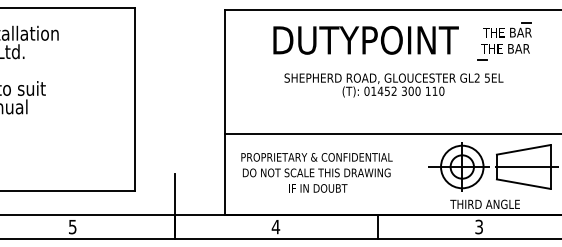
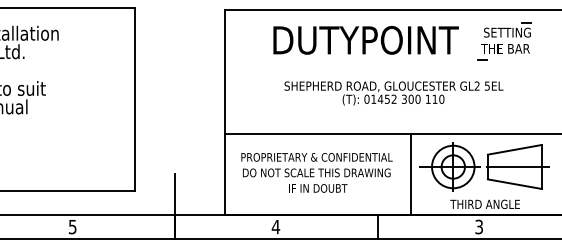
text at (507, 32): THE BAR -> SETTING
text at (393, 85) position: (393, 85) -> (393, 93)
part at (493, 166) position: (493, 166) -> (484, 166)
line at (411, 174): none -> present
